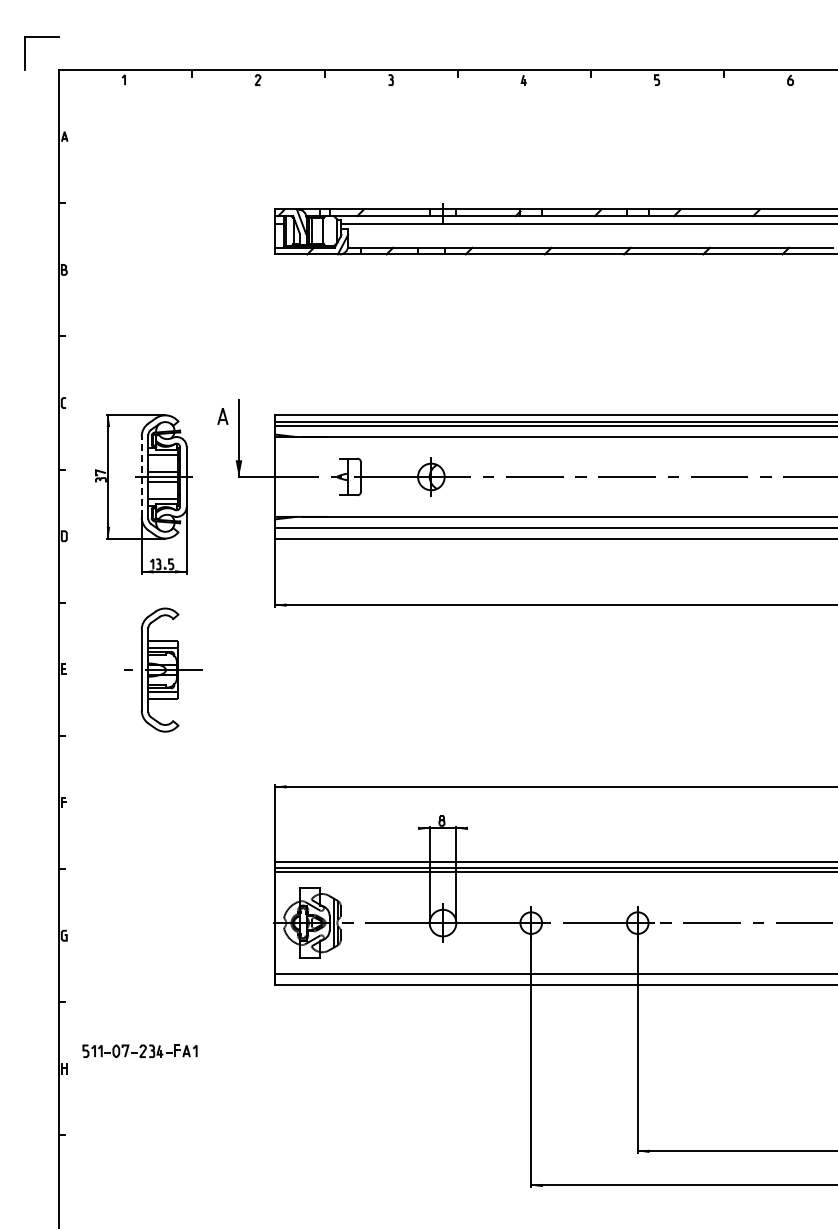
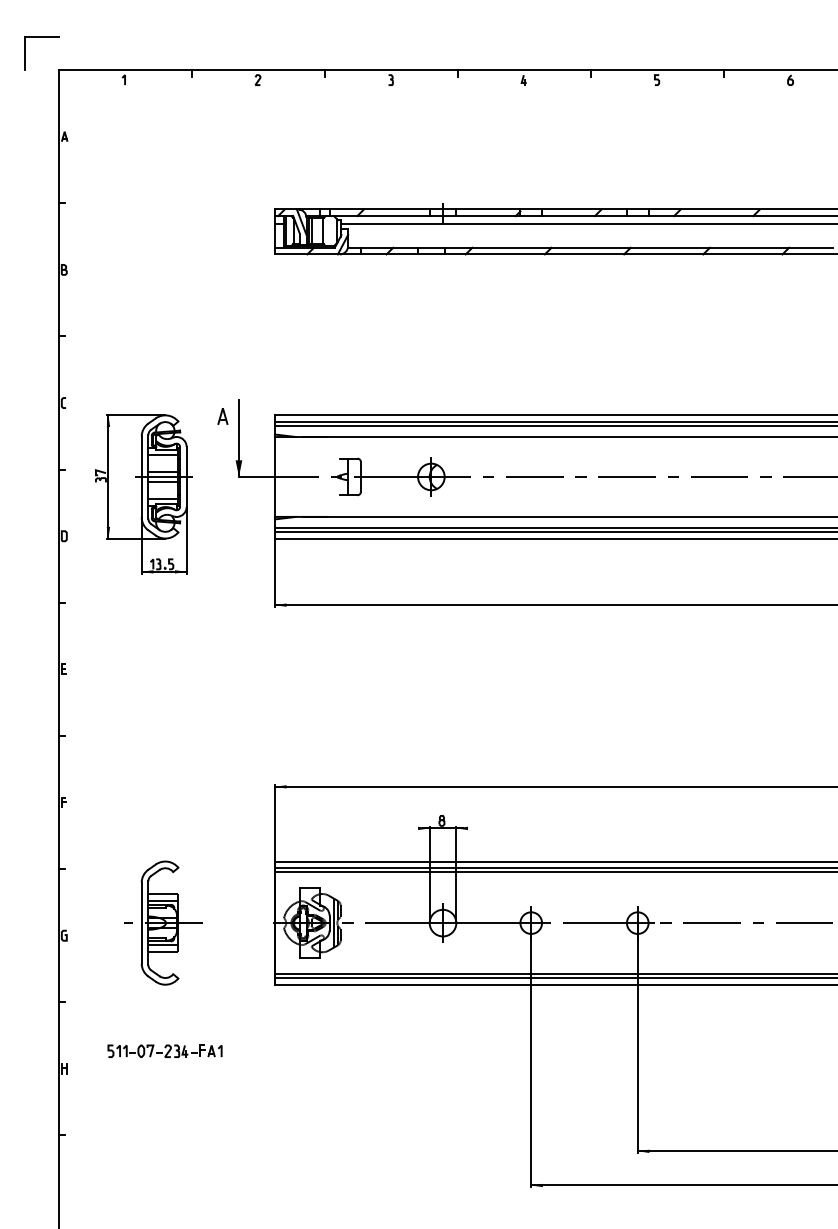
line at (141, 476): dashed -> solid
line at (554, 532): none -> present
part at (163, 669) position: (163, 669) -> (163, 922)
line at (554, 978): none -> present
part at (139, 1050) position: (139, 1050) -> (164, 1050)
